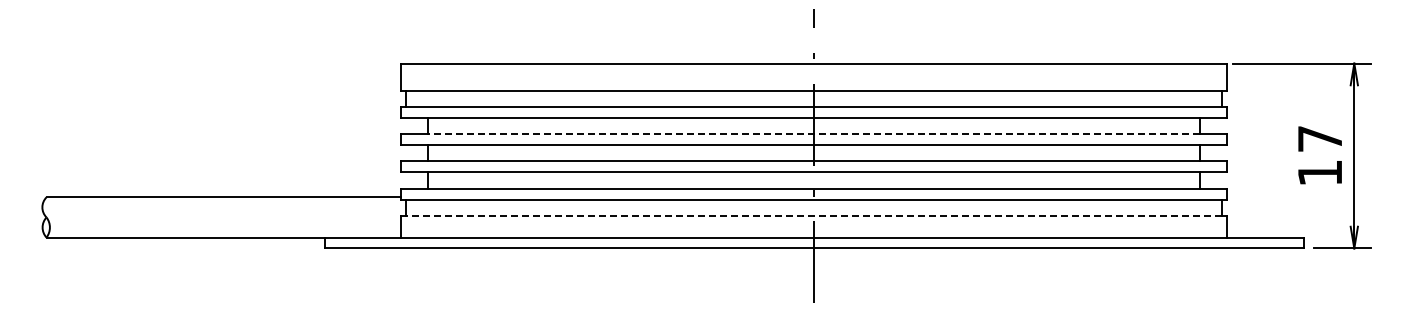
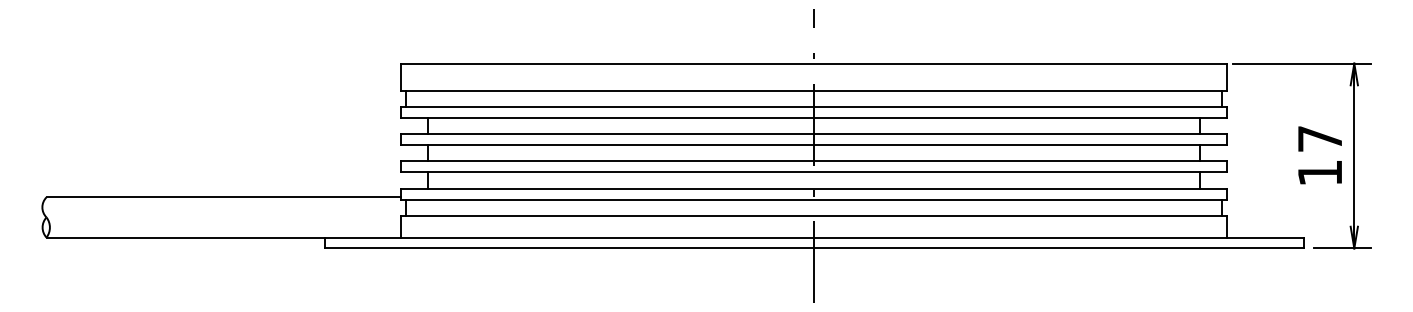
line at (813, 134): dashed -> solid
line at (814, 215): dashed -> solid
